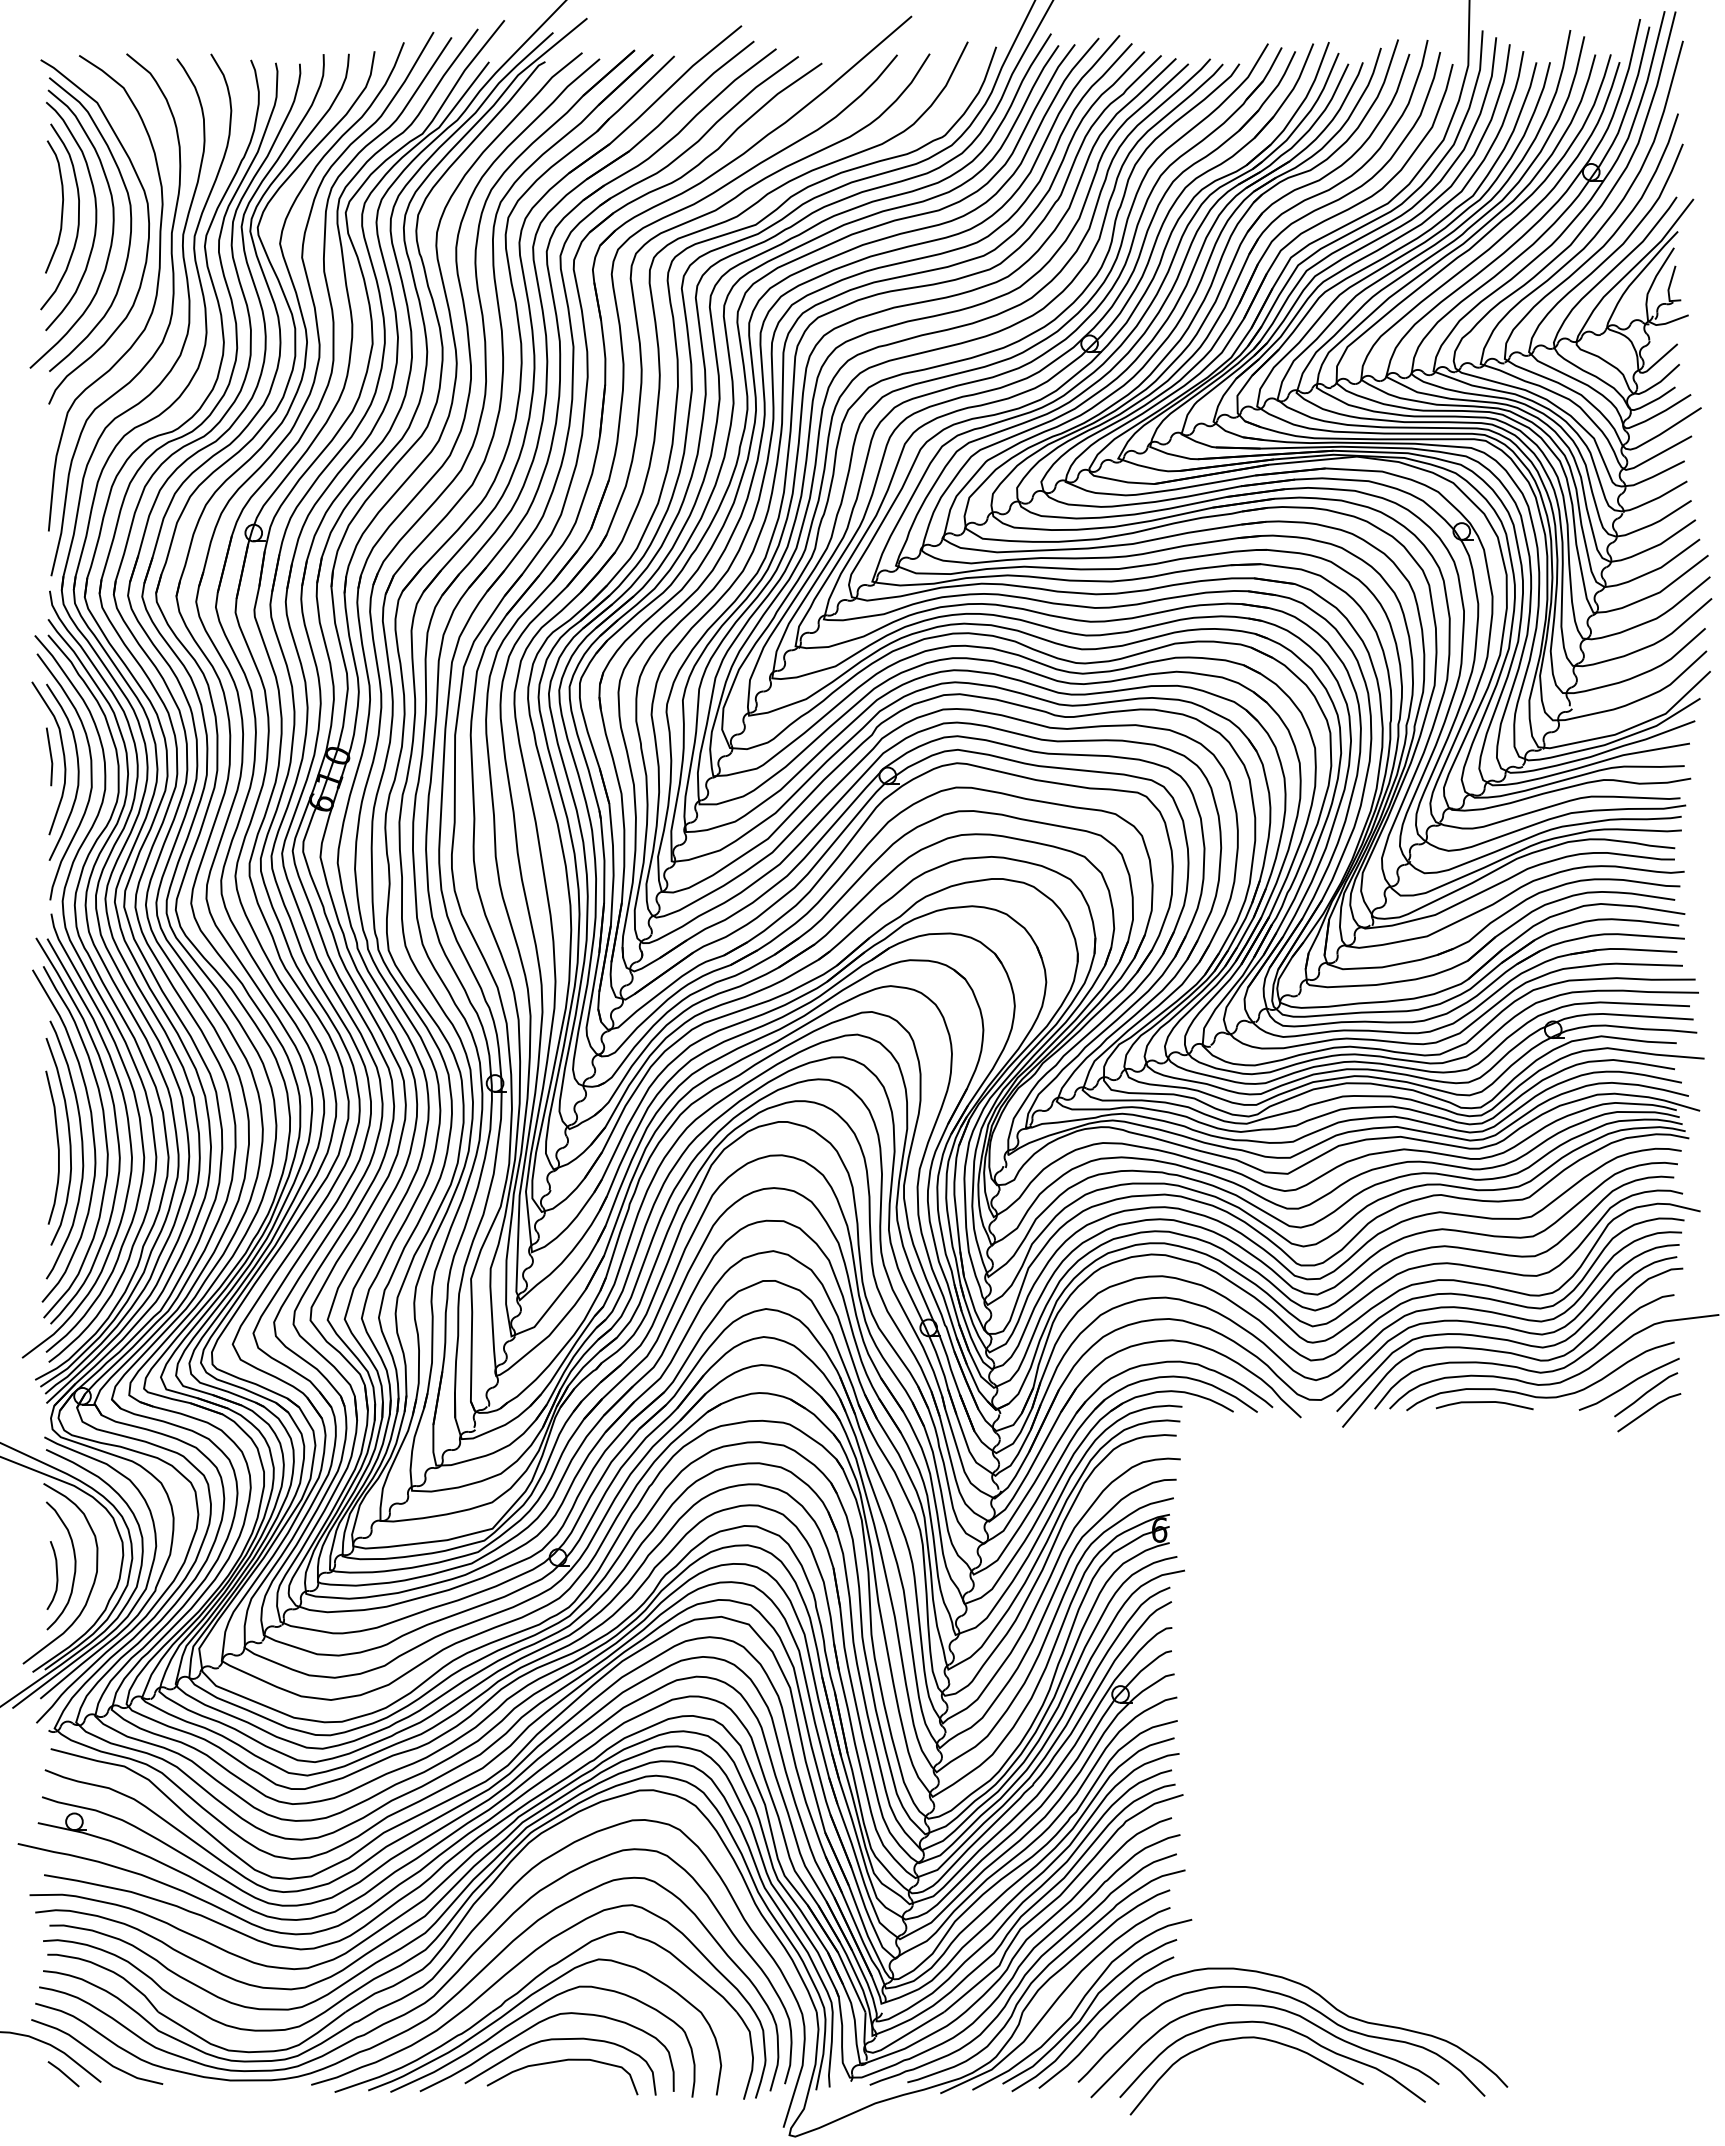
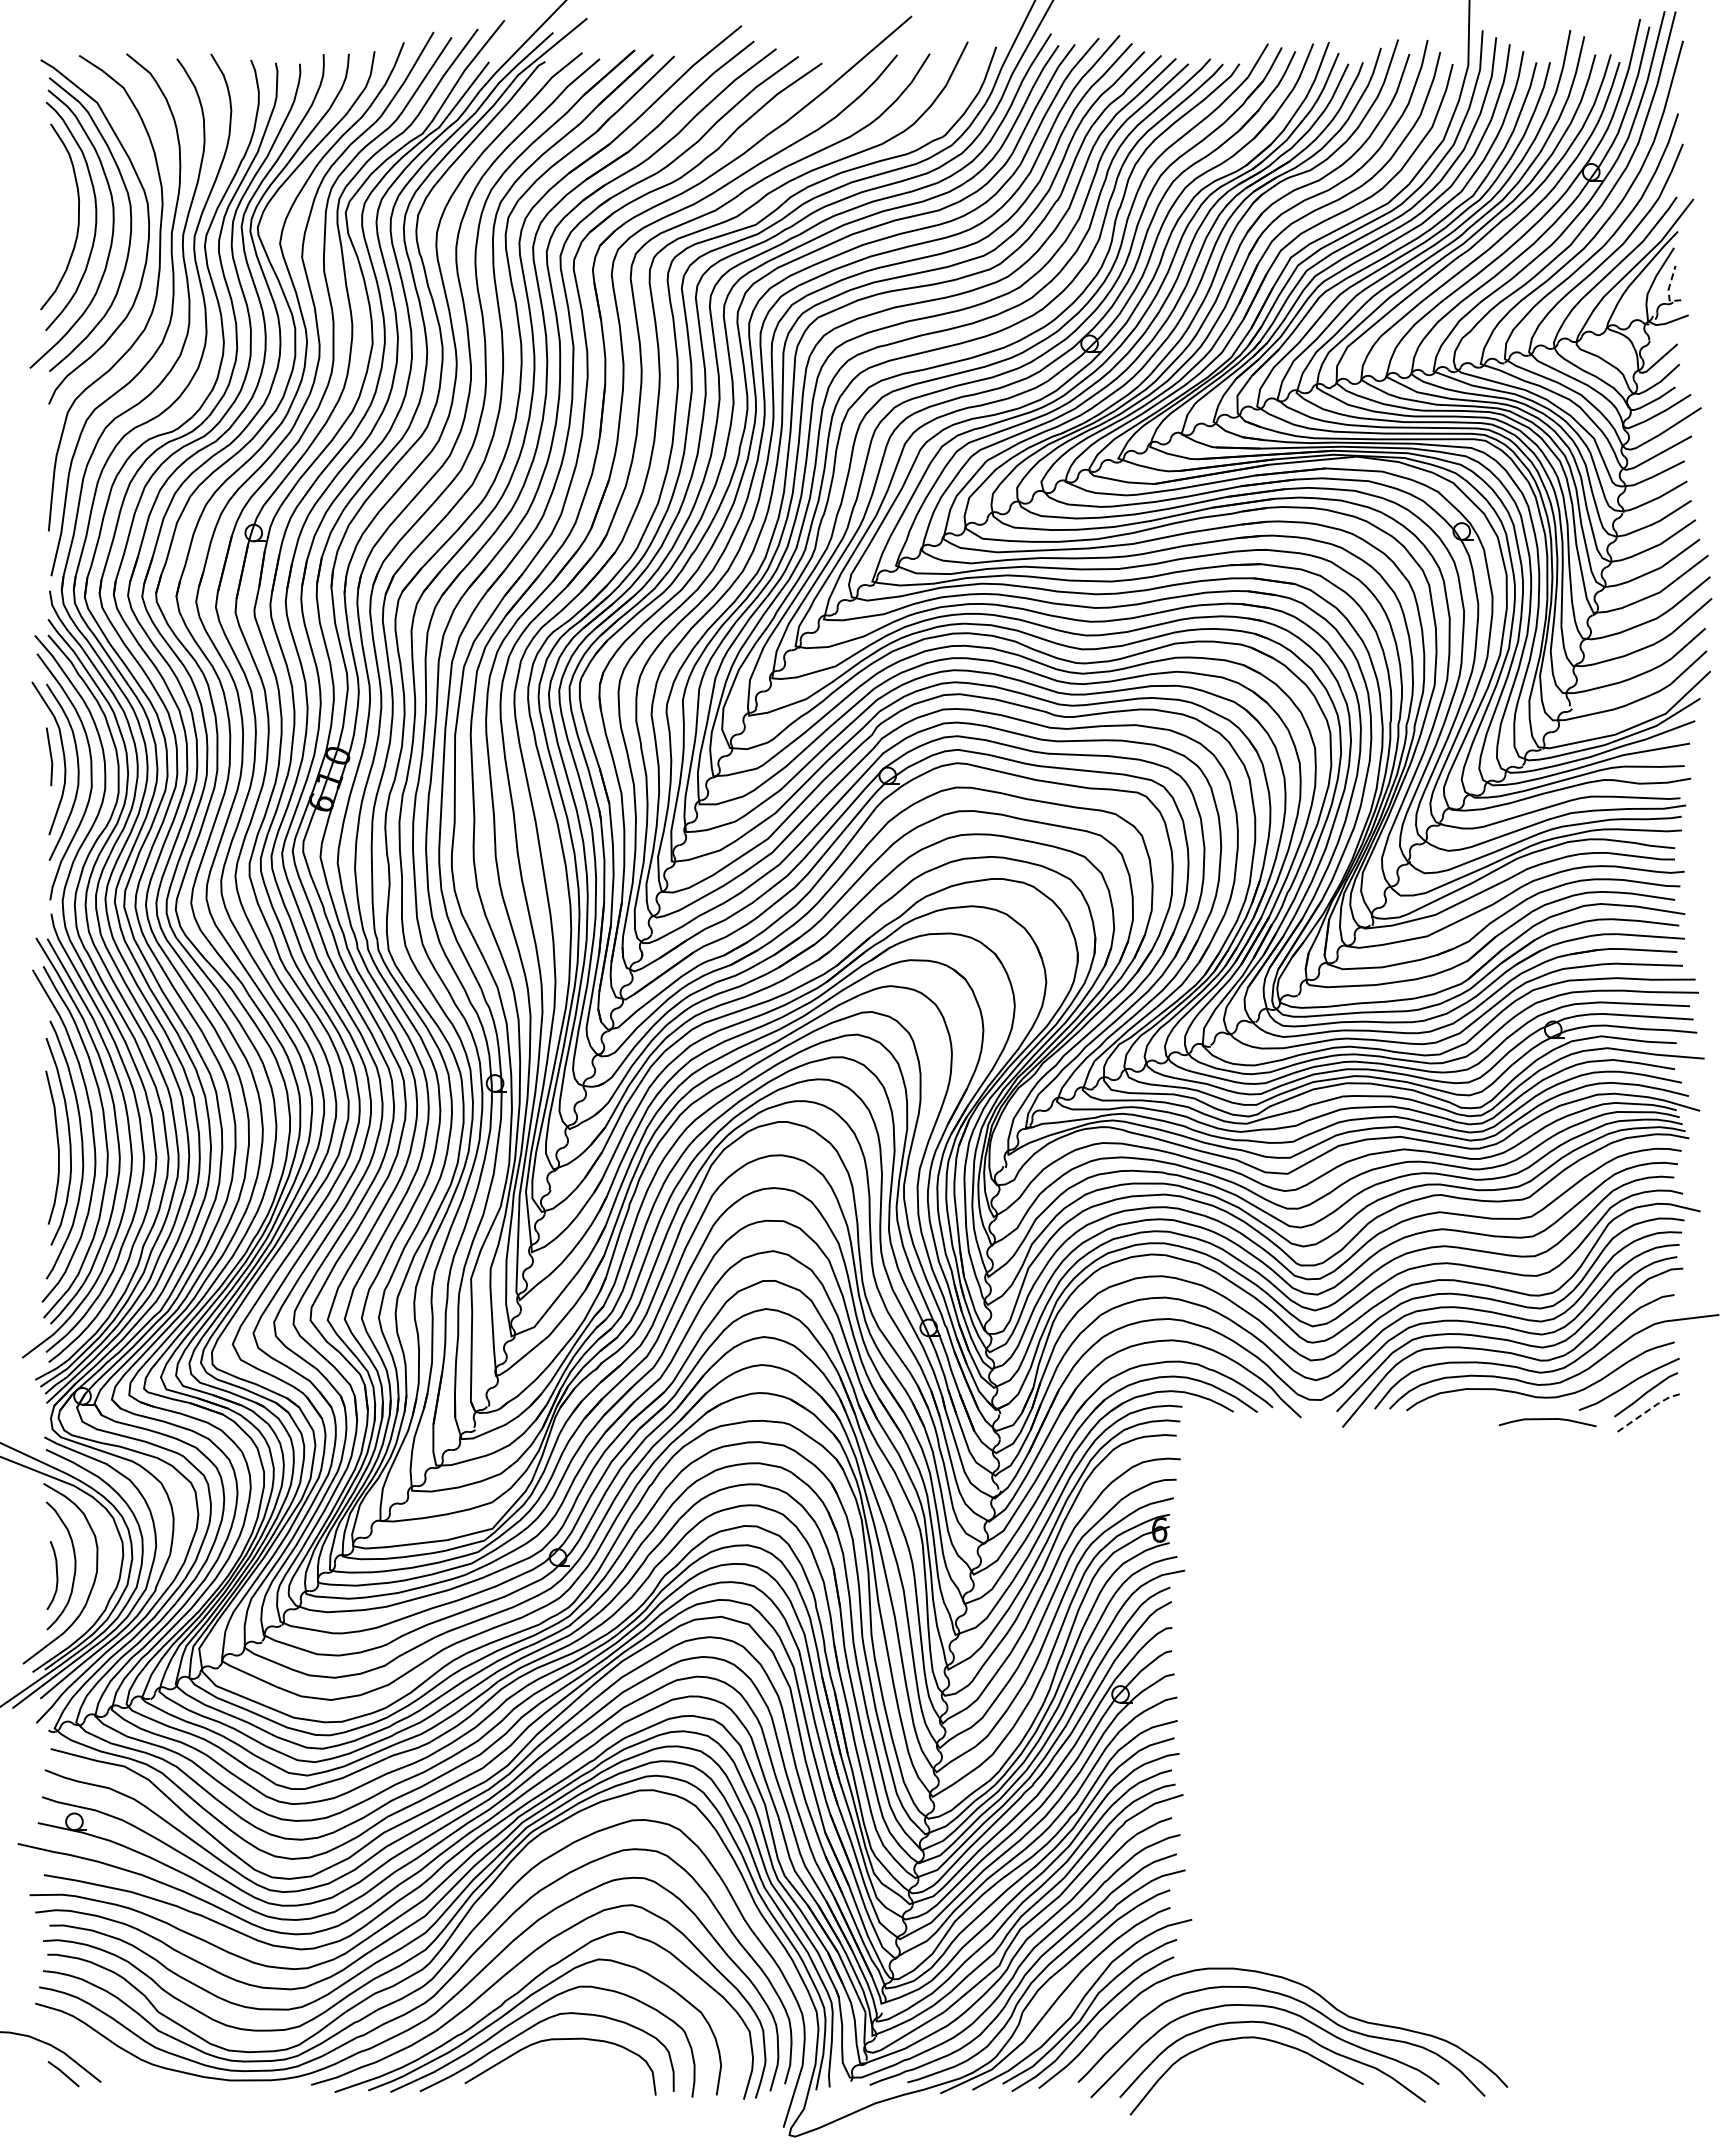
curve at (61, 206): present -> none
line at (1668, 290): solid -> dashed
curve at (1484, 1402) position: (1484, 1402) -> (1547, 1419)
line at (1649, 1409): solid -> dashed
curve at (95, 2052): present -> none
curve at (558, 2062): present -> none
